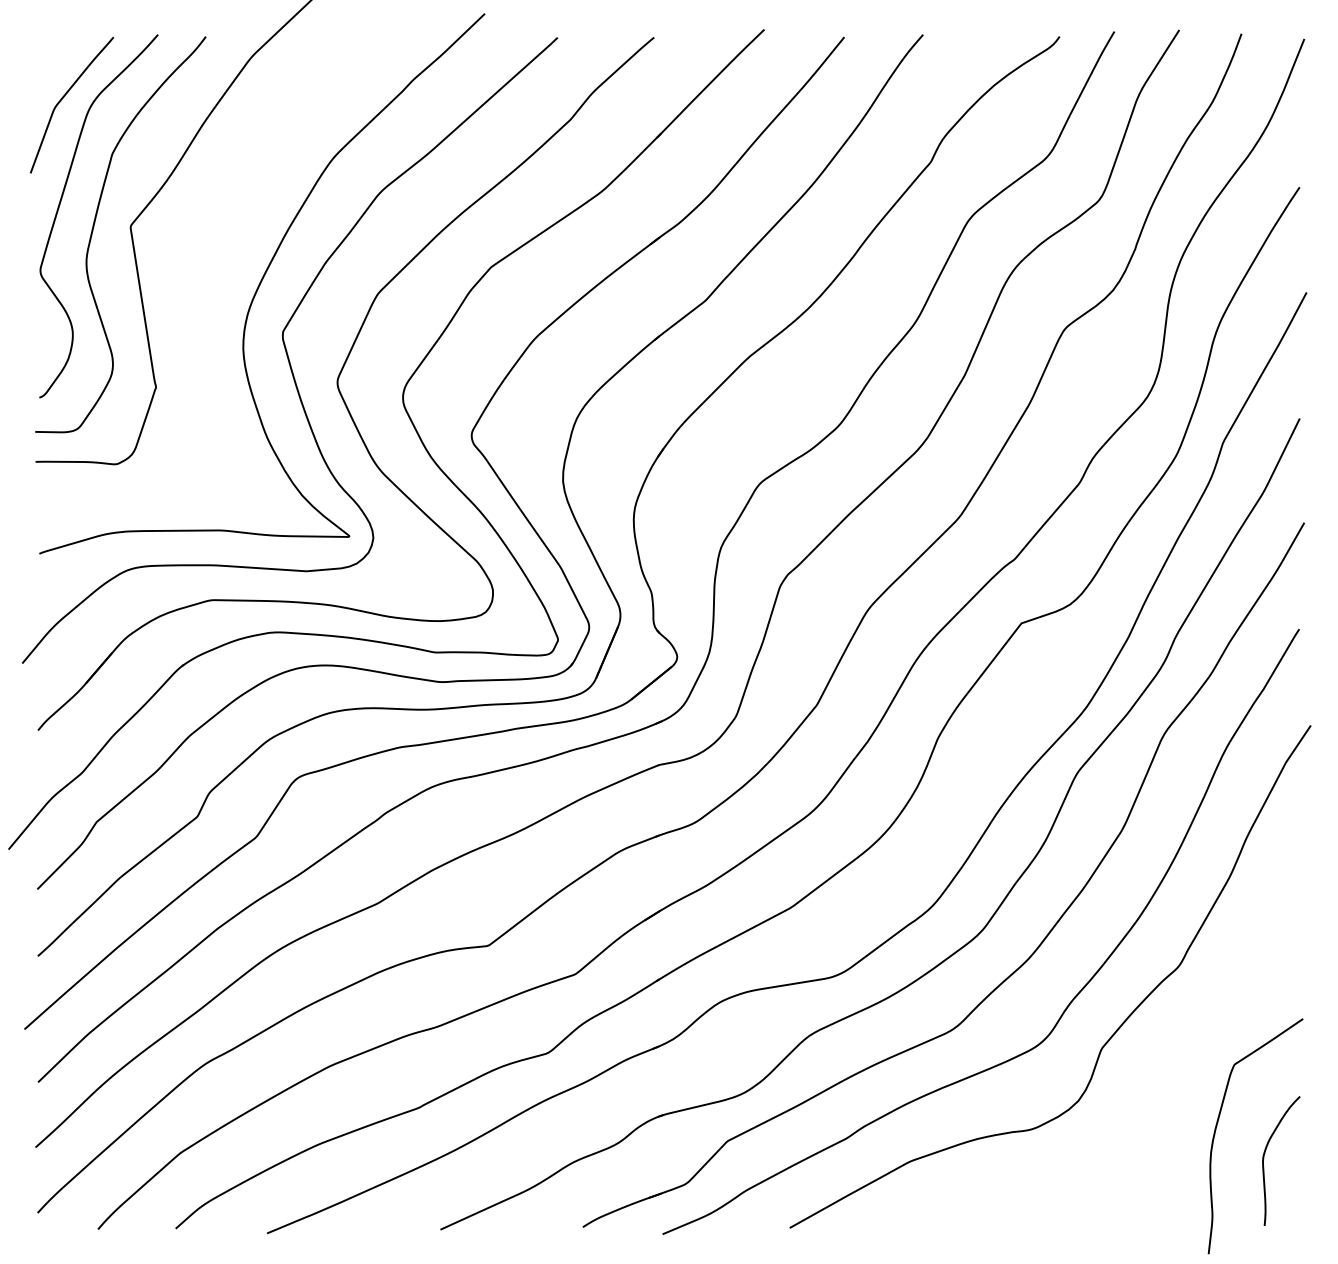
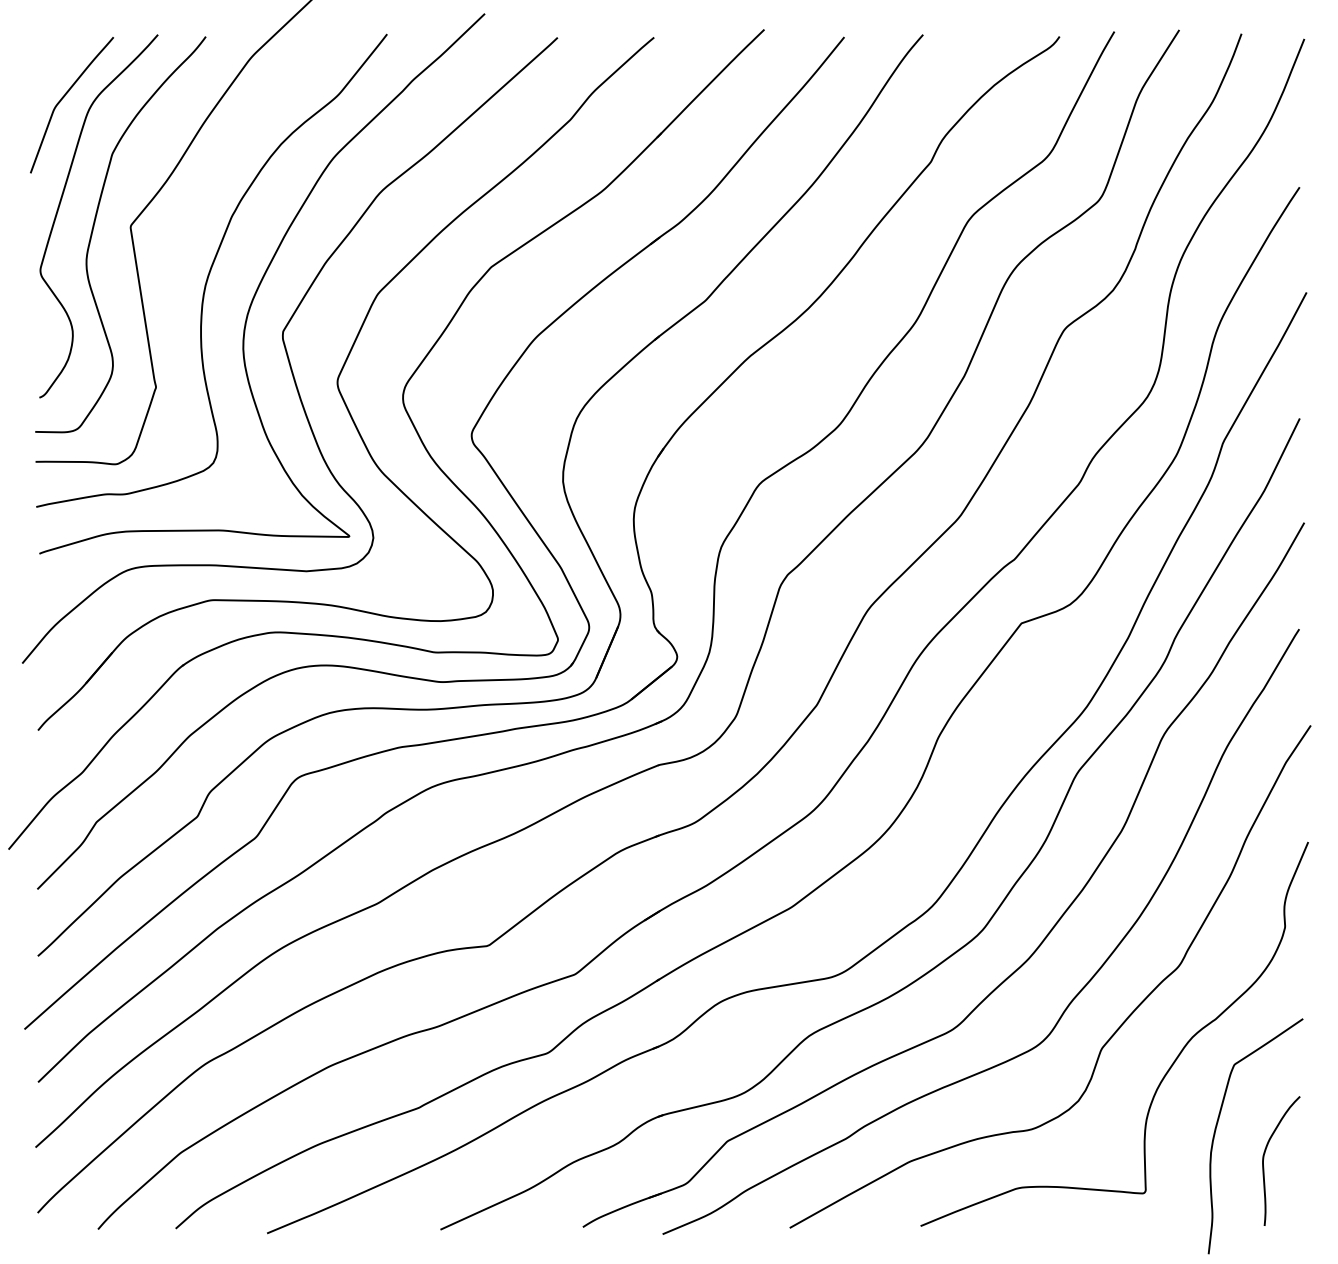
curve at (211, 270): none -> present
curve at (1168, 1068): none -> present
